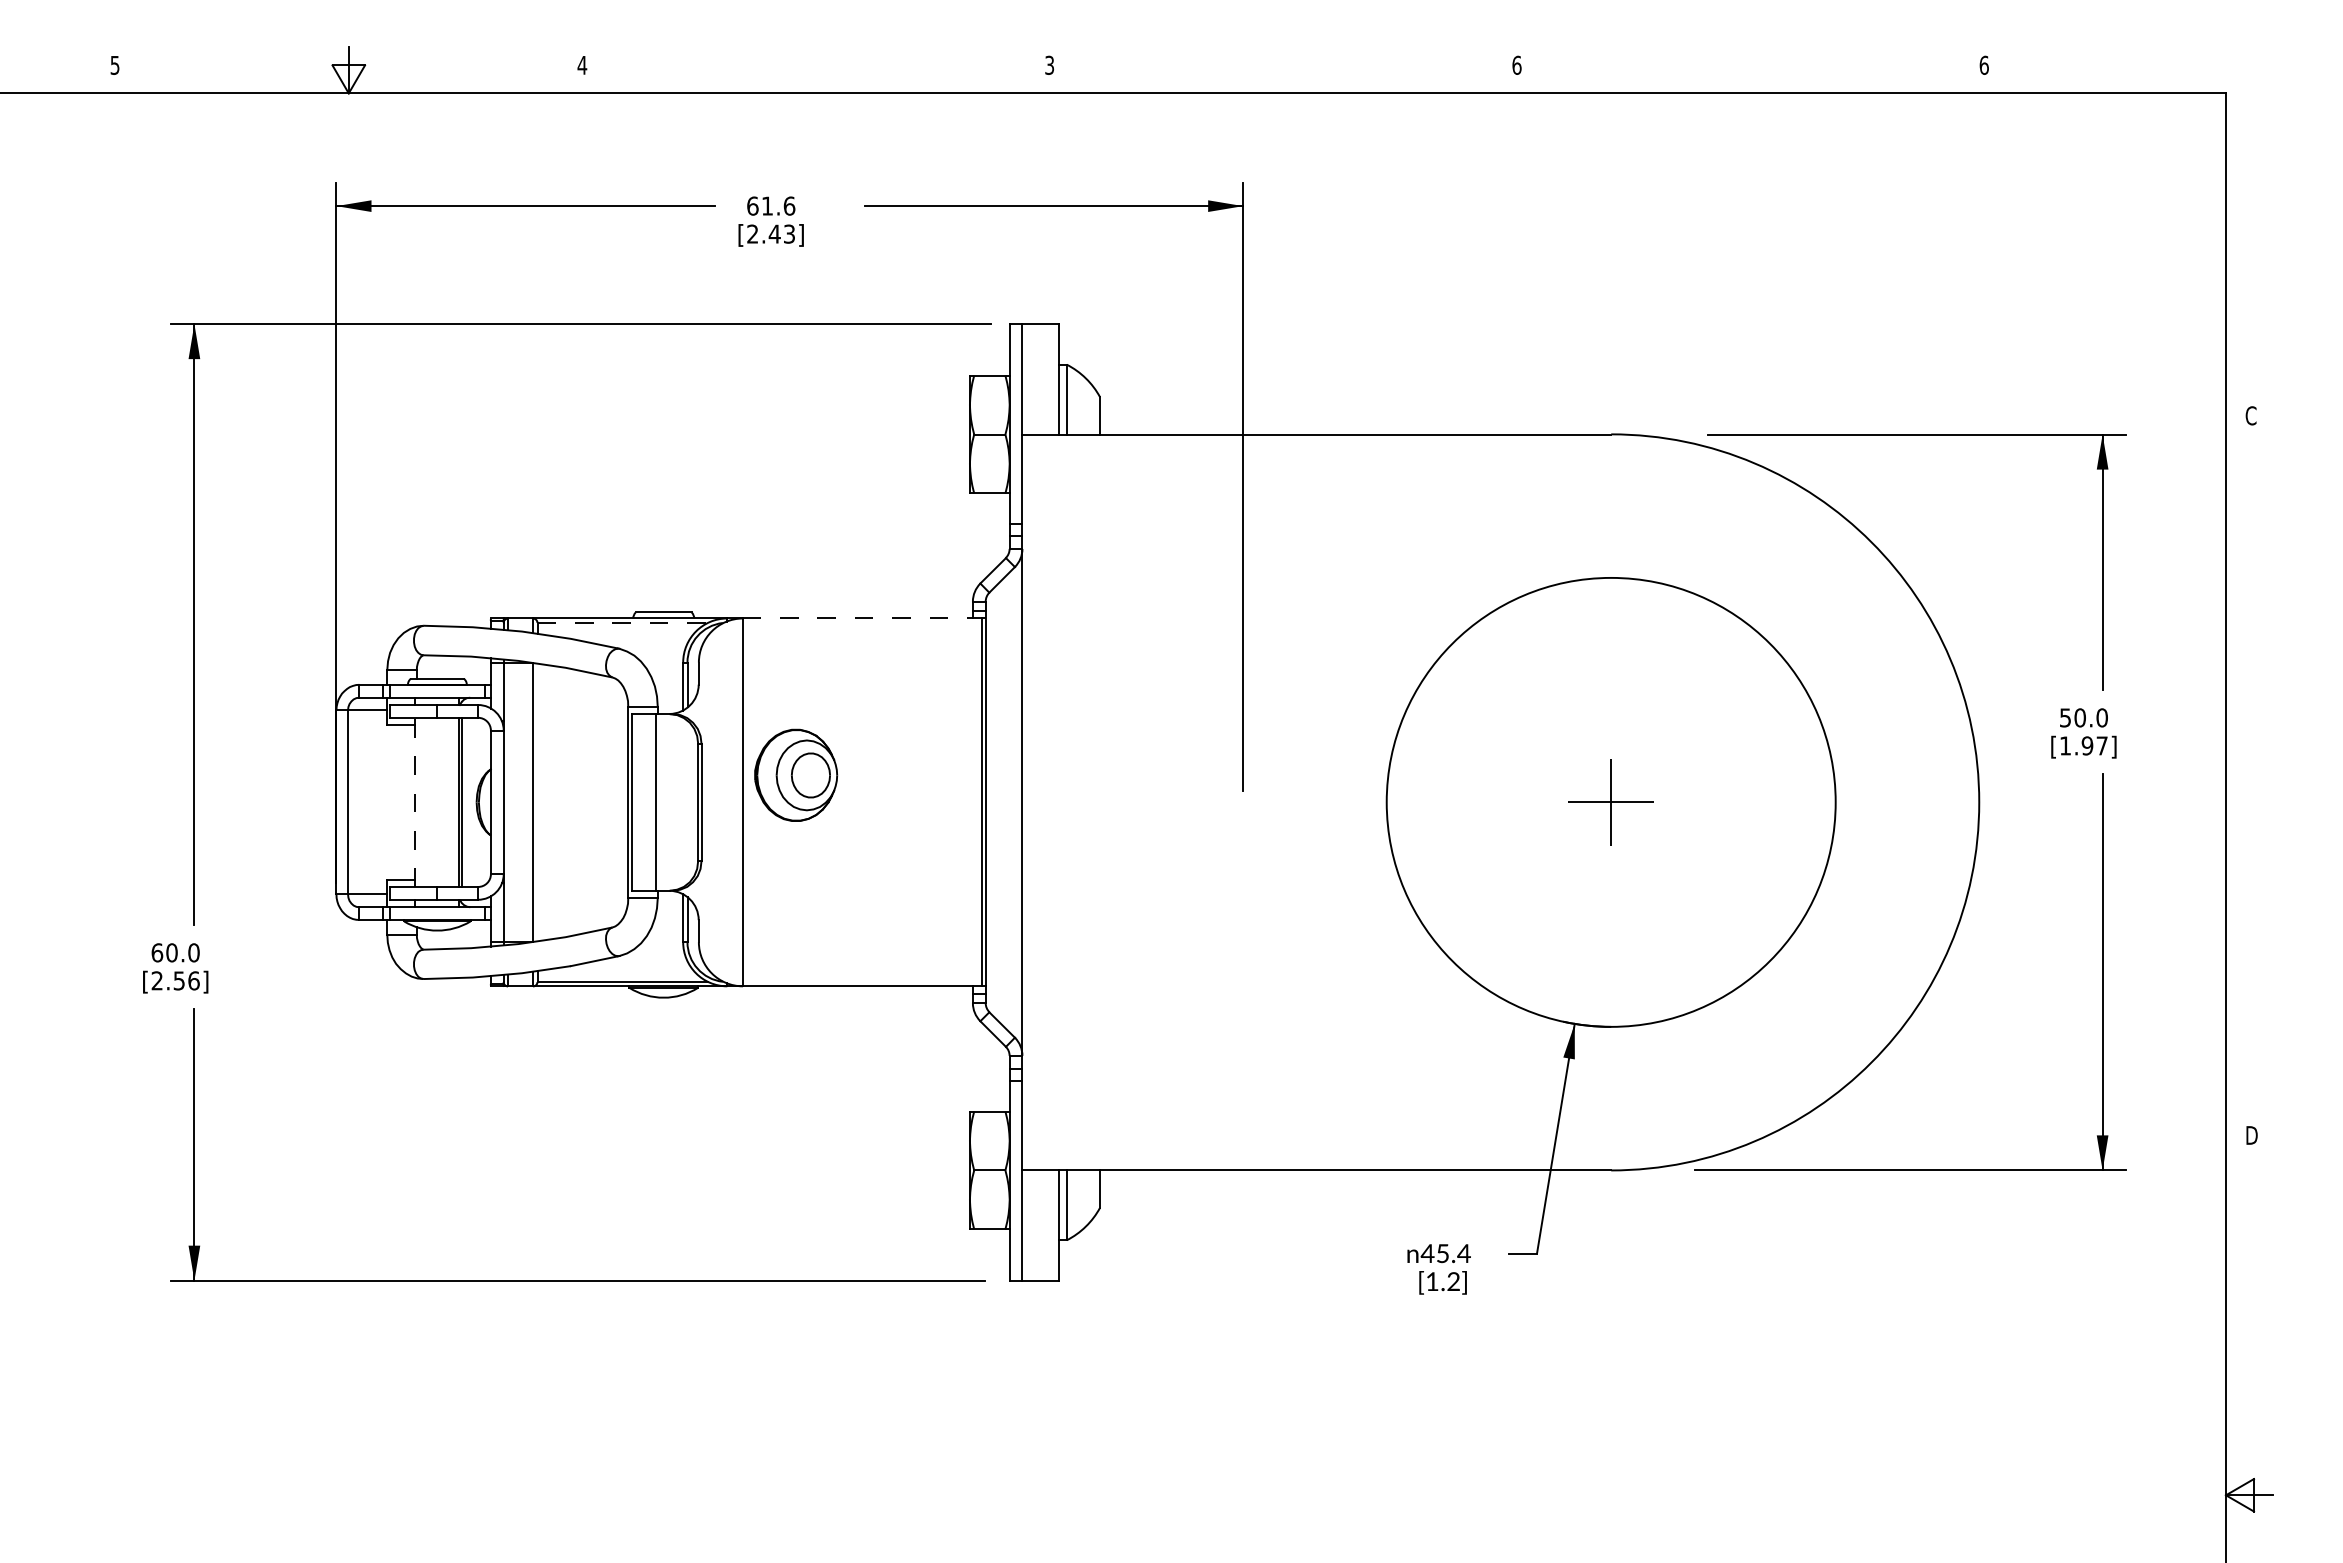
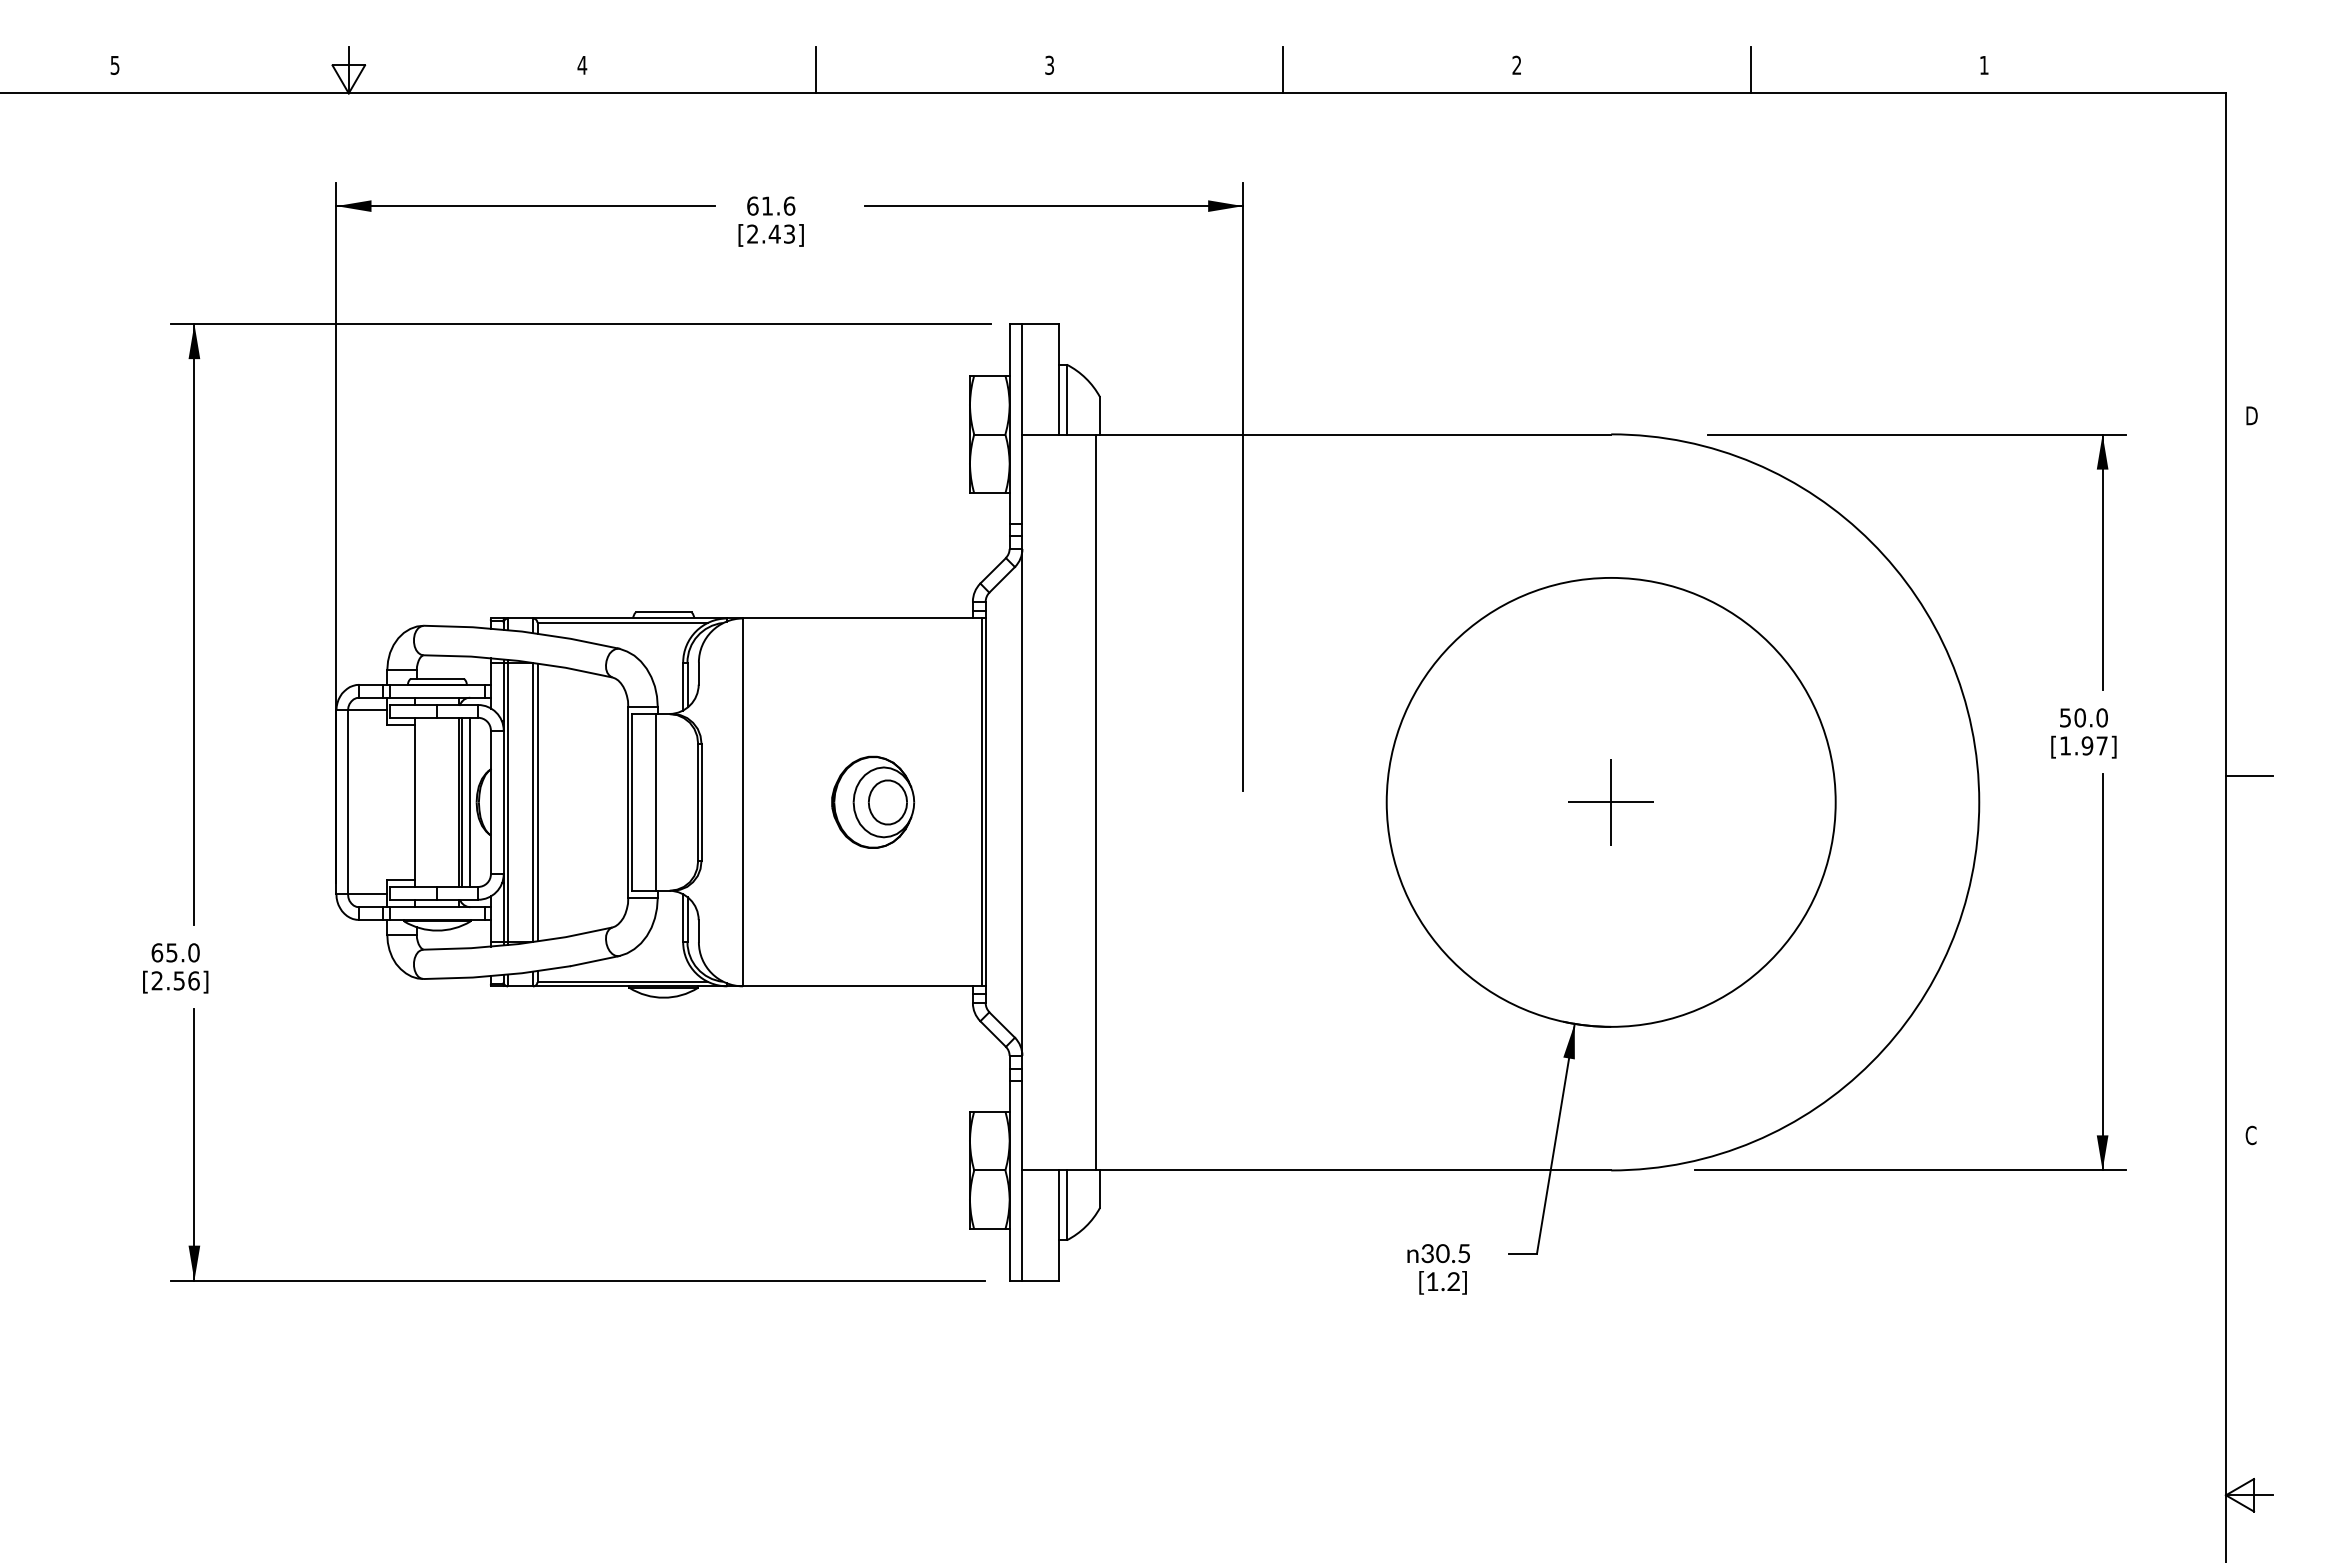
text at (1516, 64): 6 -> 2
text at (1983, 64): 6 -> 1
line at (816, 69): none -> present
line at (1283, 69): none -> present
line at (1750, 69): none -> present
text at (2251, 415): C -> D
line at (863, 618): dashed -> solid
line at (623, 622): dashed -> solid
part at (796, 774) position: (796, 774) -> (873, 801)
line at (2248, 775): none -> present
line at (415, 802): dashed -> solid
line at (470, 802): none -> present
line at (508, 802): none -> present
line at (537, 802): none -> present
line at (1096, 802): none -> present
text at (171, 952): 60.0 -> 65.0
text at (2251, 1135): D -> C
text at (1445, 1253): 45.4 -> 30.5
